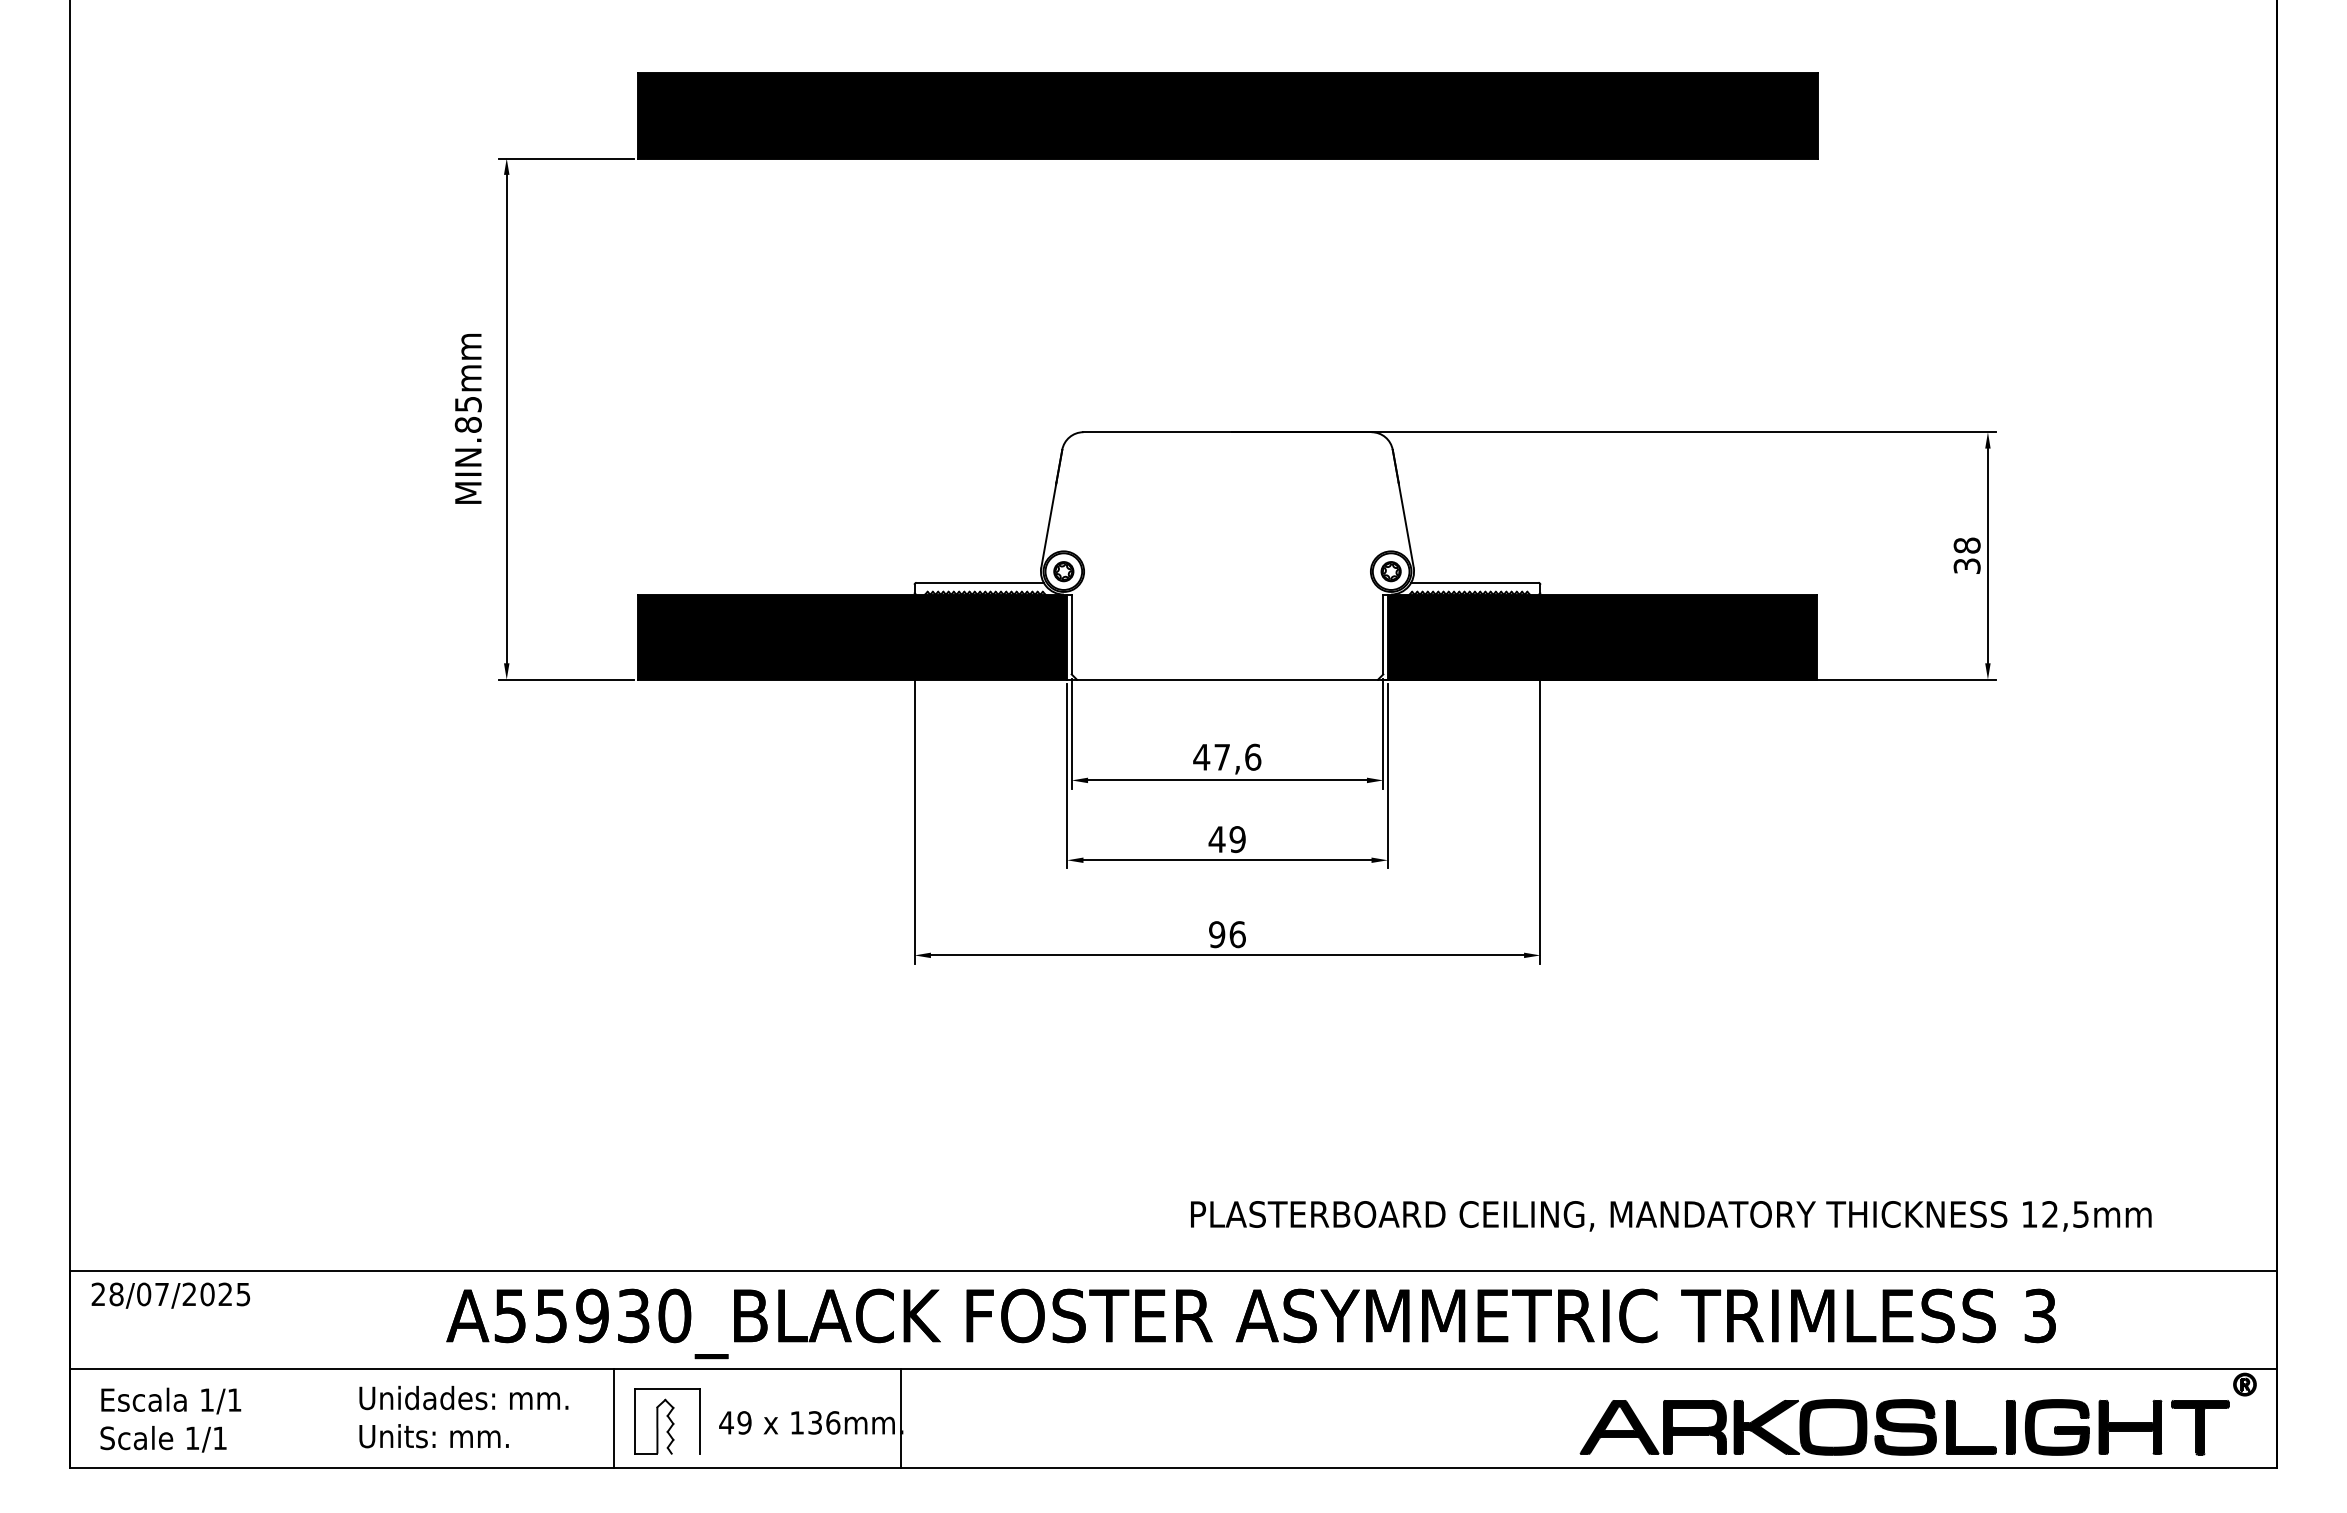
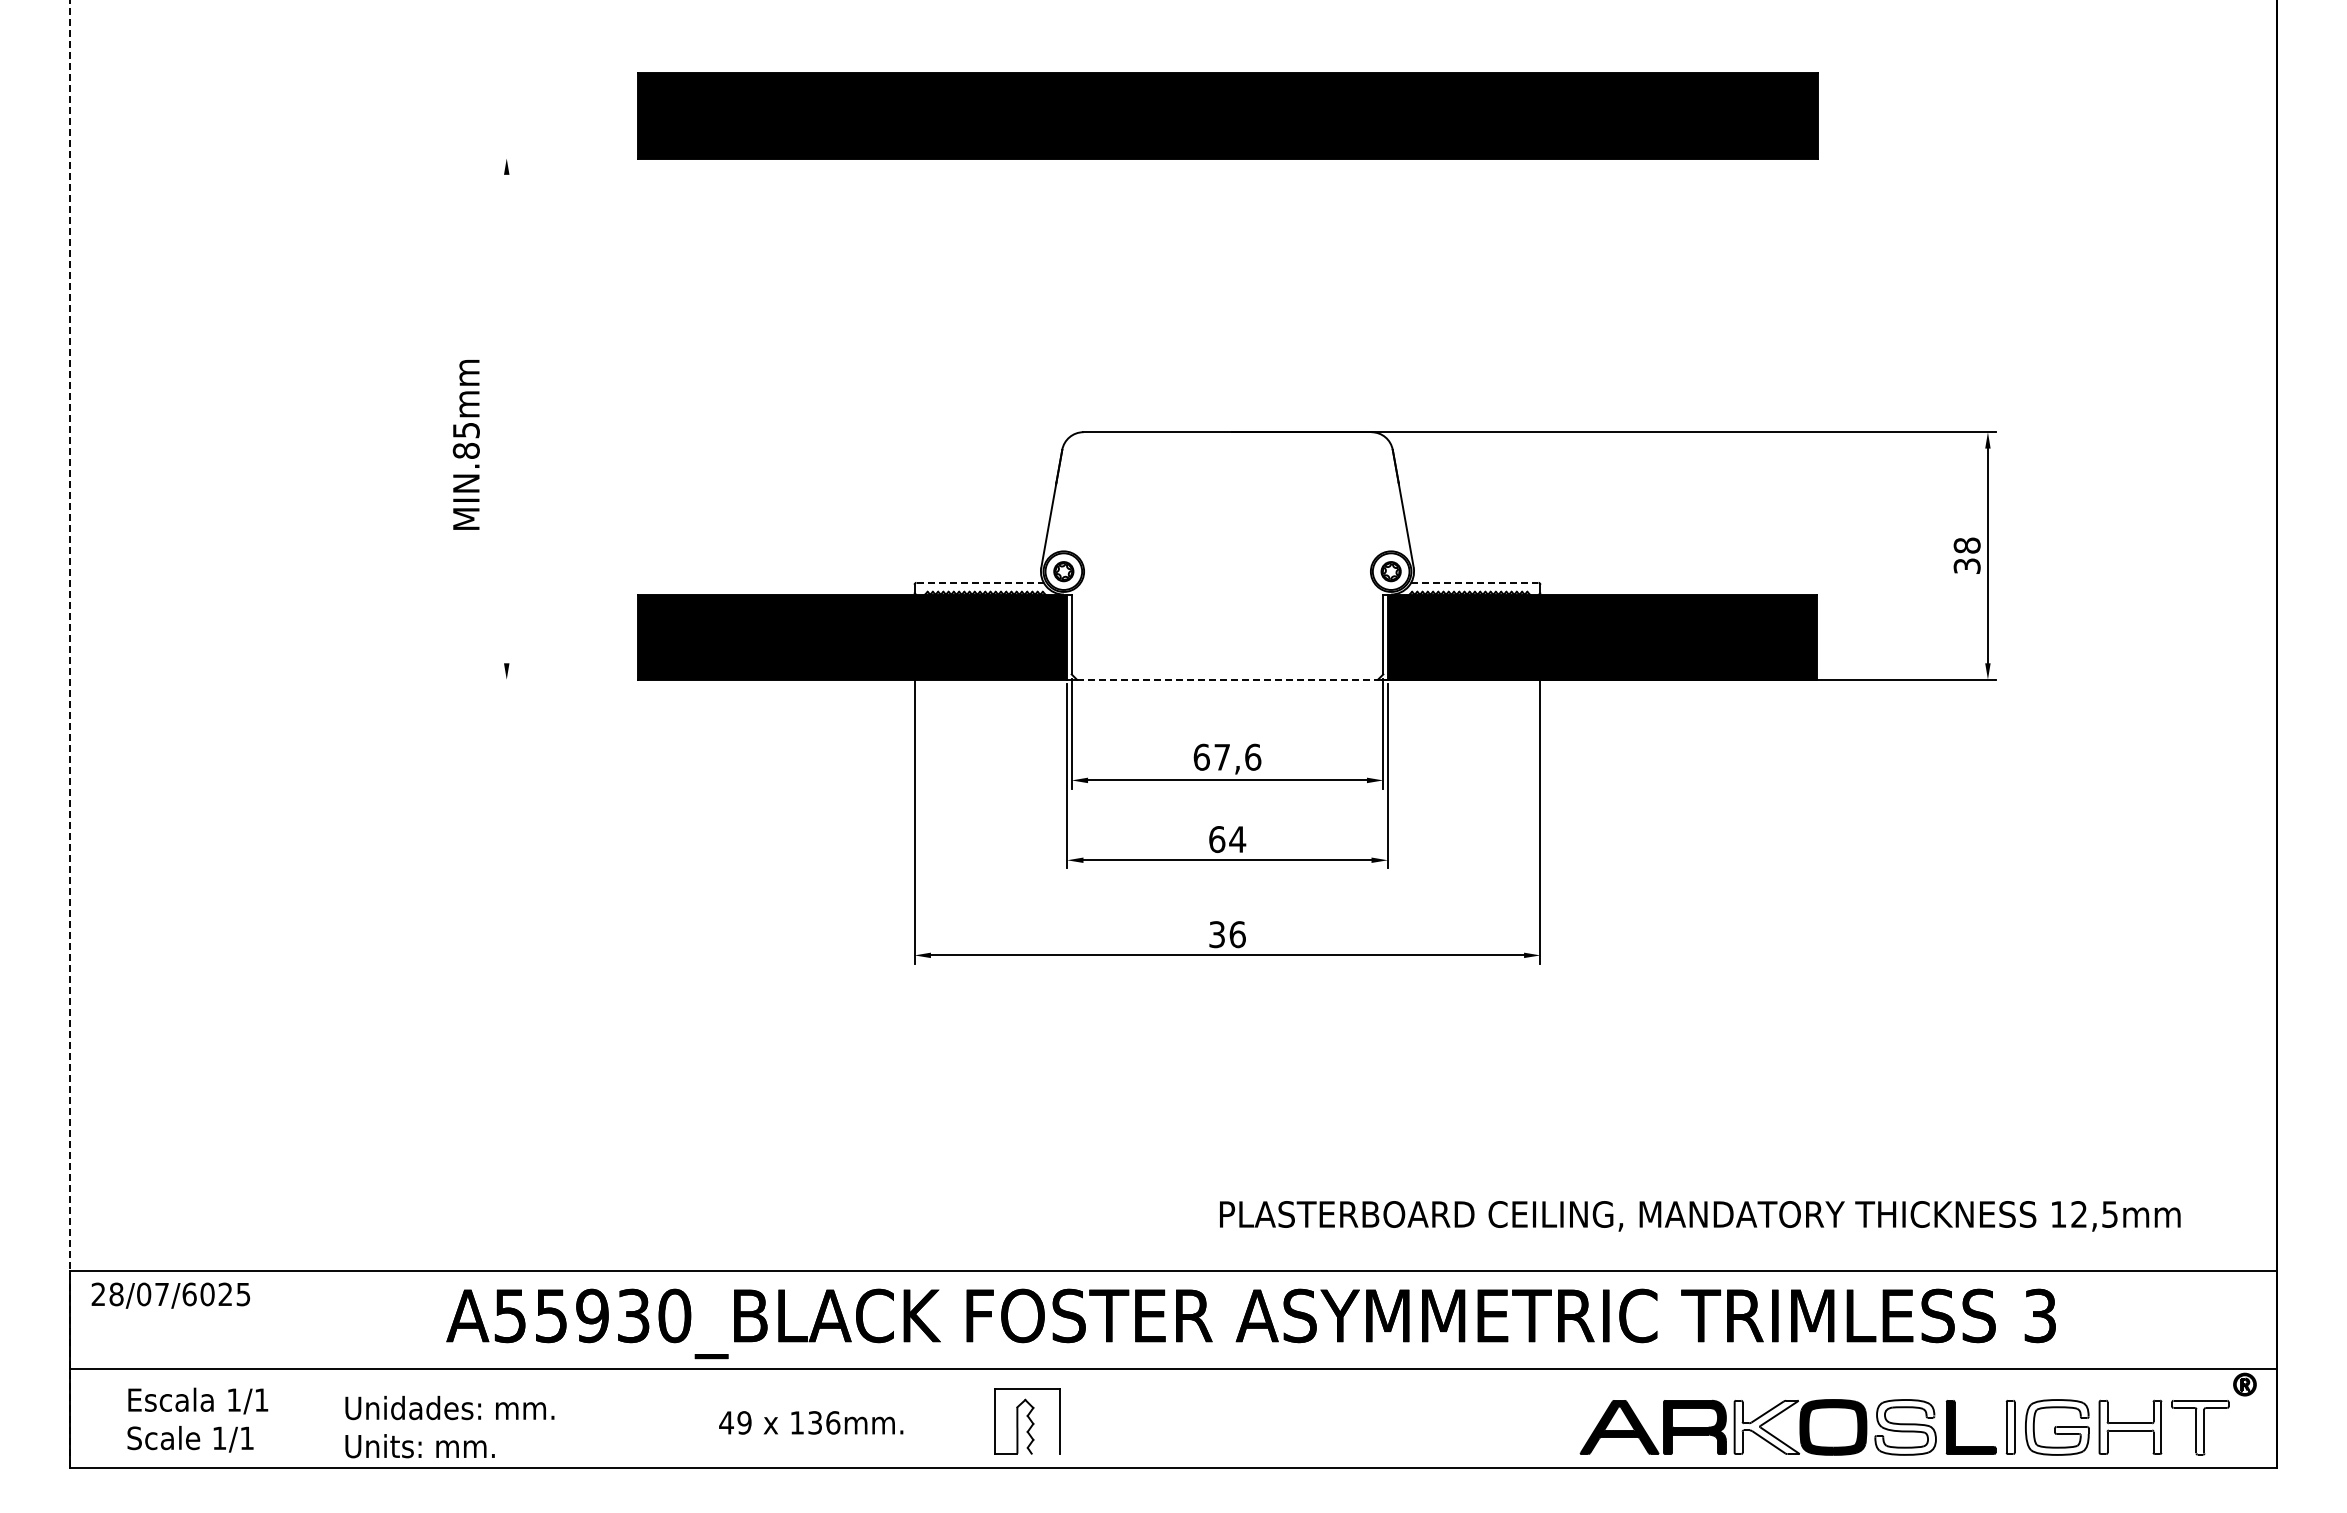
line at (566, 158): present -> none
text at (467, 418) position: (467, 418) -> (465, 444)
line at (506, 418): present -> none
line at (980, 582): solid -> dashed
line at (1474, 582): solid -> dashed
line at (566, 679): present -> none
line at (1227, 679): solid -> dashed
line at (70, 733): solid -> dashed
text at (1201, 756): 47,6 -> 67,6
text at (1227, 839): 49 -> 64
text at (1217, 934): 96 -> 36
text at (1671, 1216) position: (1671, 1216) -> (1700, 1216)
text at (189, 1294): 28/07/2025 -> 28/07/6025
text at (463, 1416) position: (463, 1416) -> (449, 1426)
line at (614, 1418): present -> none
line at (901, 1418): present -> none
text at (170, 1419) position: (170, 1419) -> (197, 1419)
part at (667, 1421) position: (667, 1421) -> (1027, 1421)
fill at (1766, 1427): present -> none
fill at (1905, 1427): present -> none
fill at (2010, 1427): present -> none
fill at (2056, 1427): present -> none
fill at (2130, 1427): present -> none
fill at (2200, 1427): present -> none
